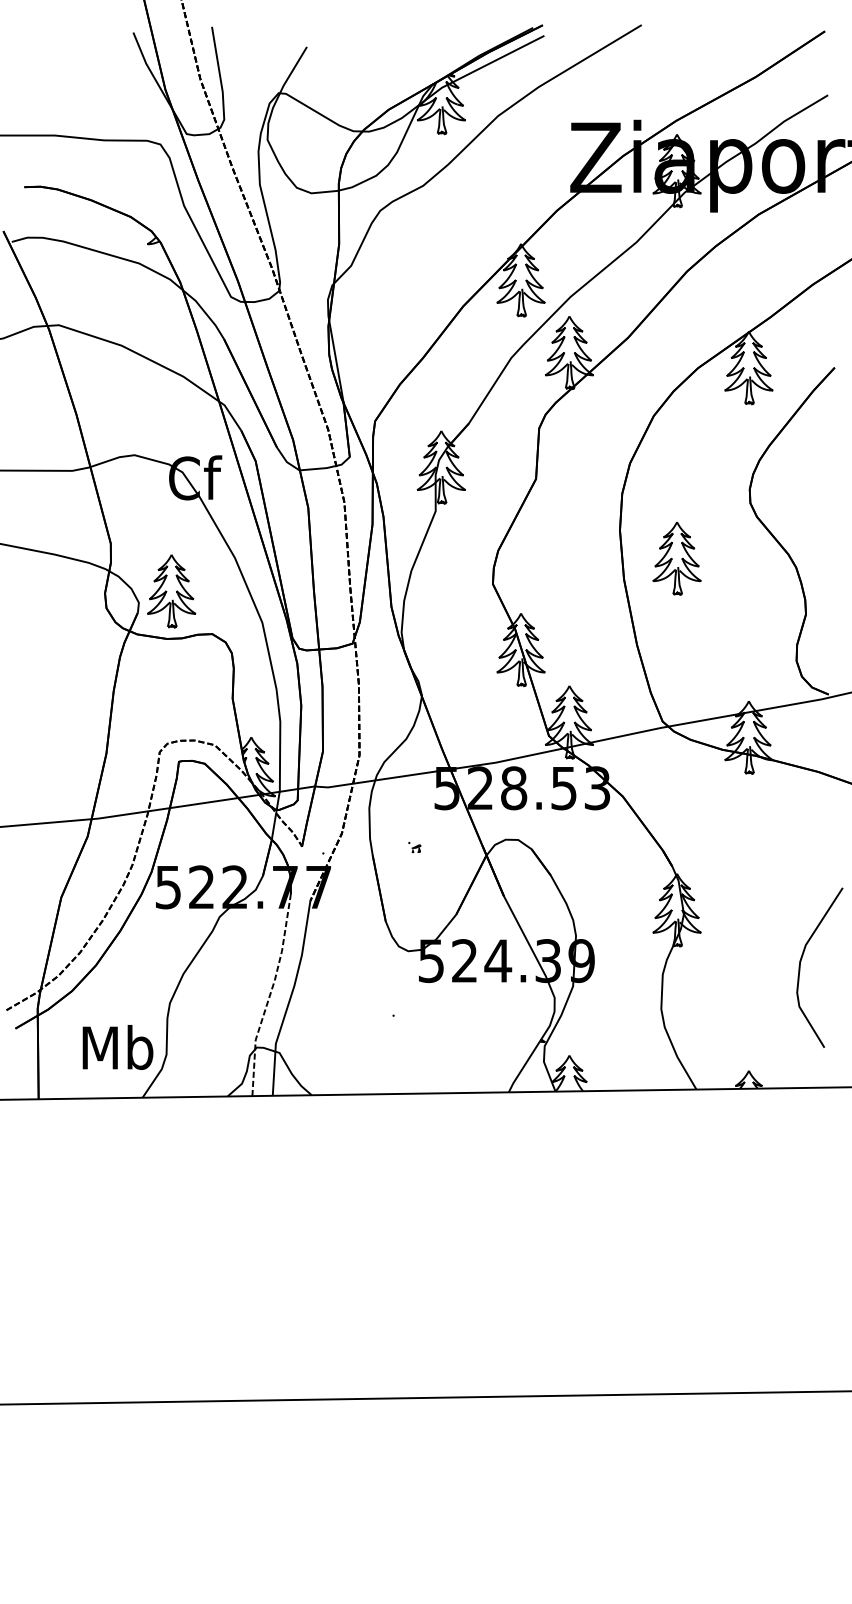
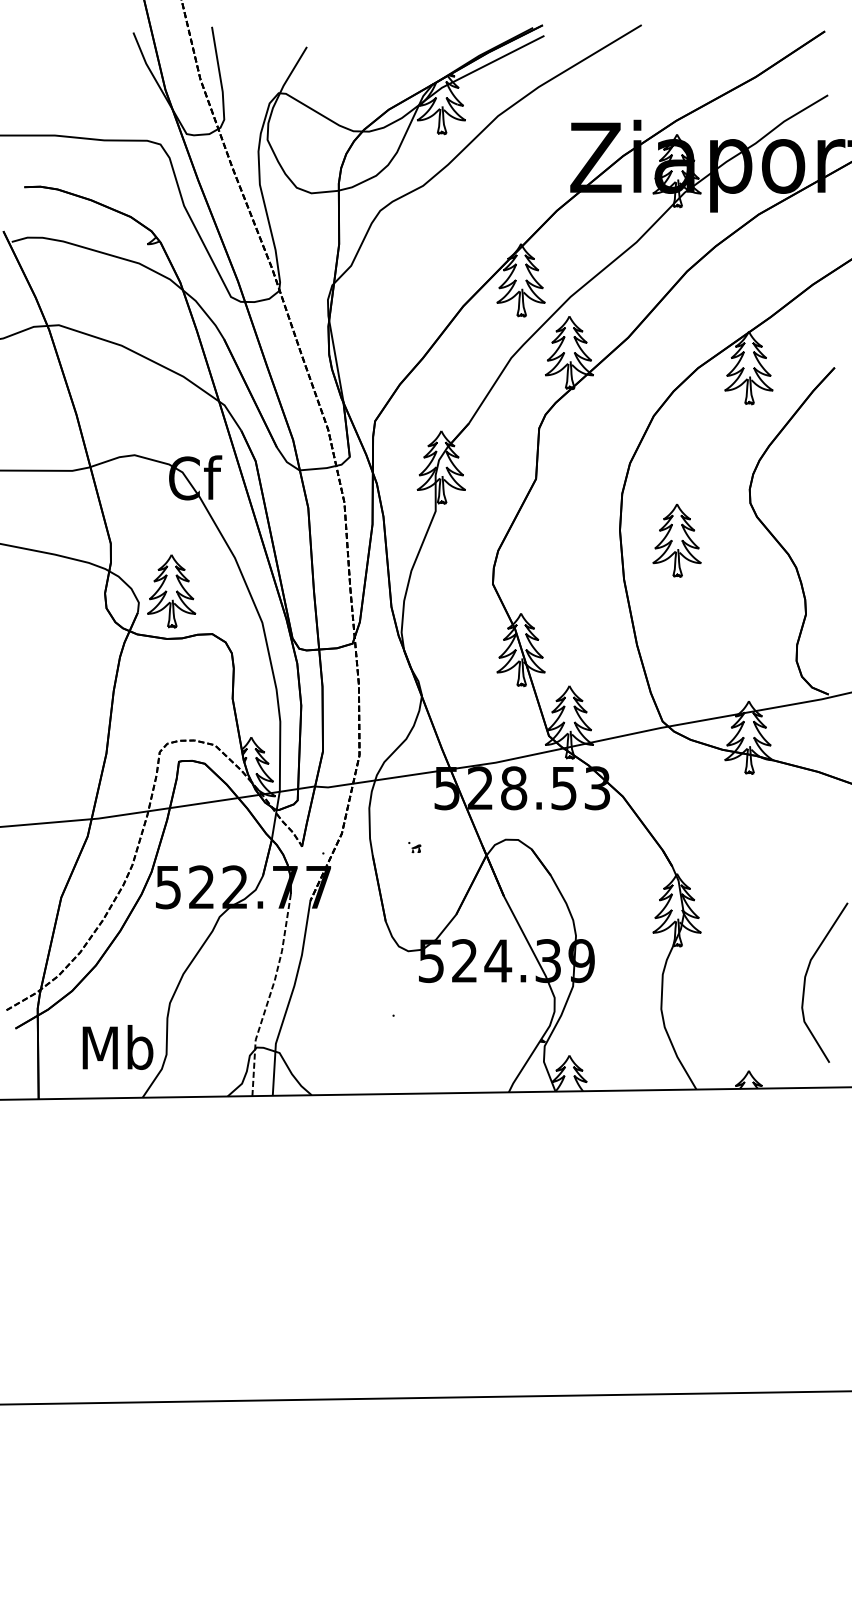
part at (676, 558) position: (676, 558) -> (676, 540)
curve at (801, 961) position: (801, 961) -> (806, 976)
